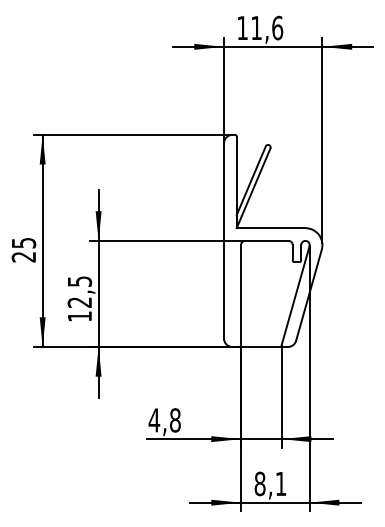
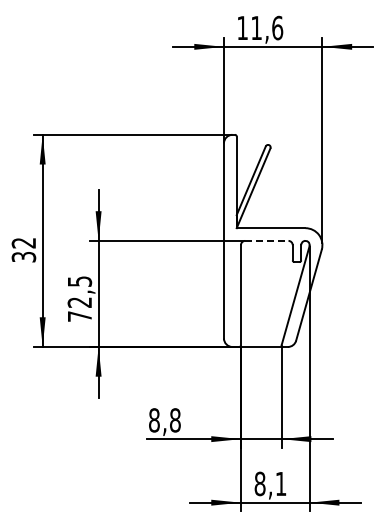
line at (266, 240): solid -> dashed
text at (23, 250): 25 -> 32
text at (79, 316): 12,5 -> 72,5
text at (154, 420): 4,8 -> 8,8
